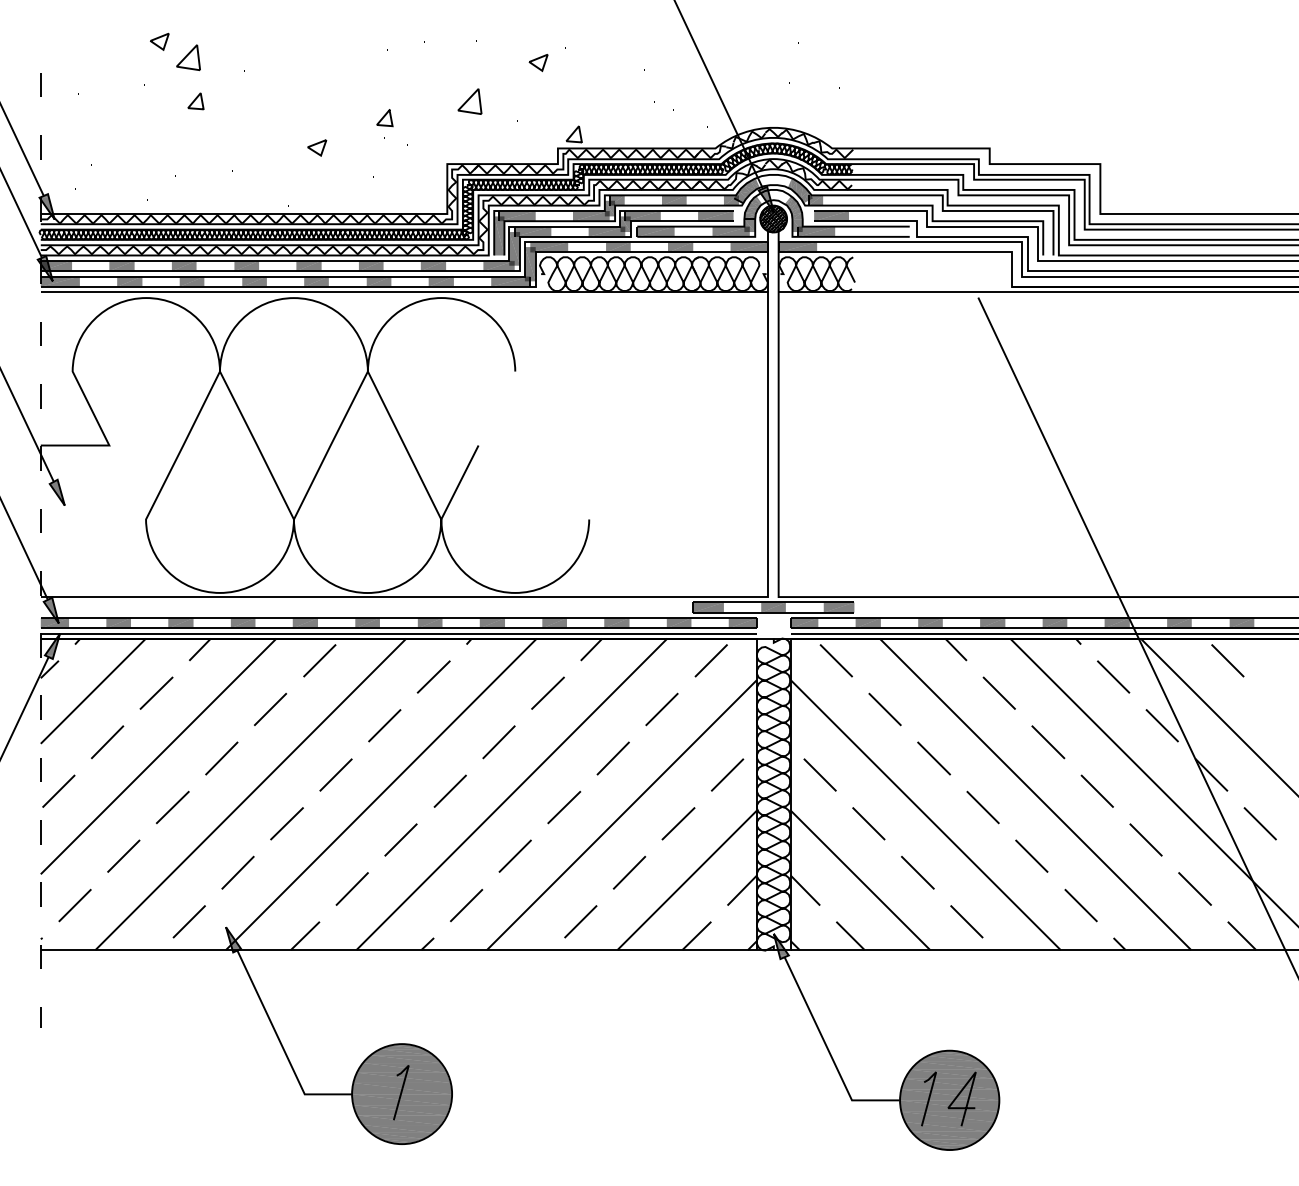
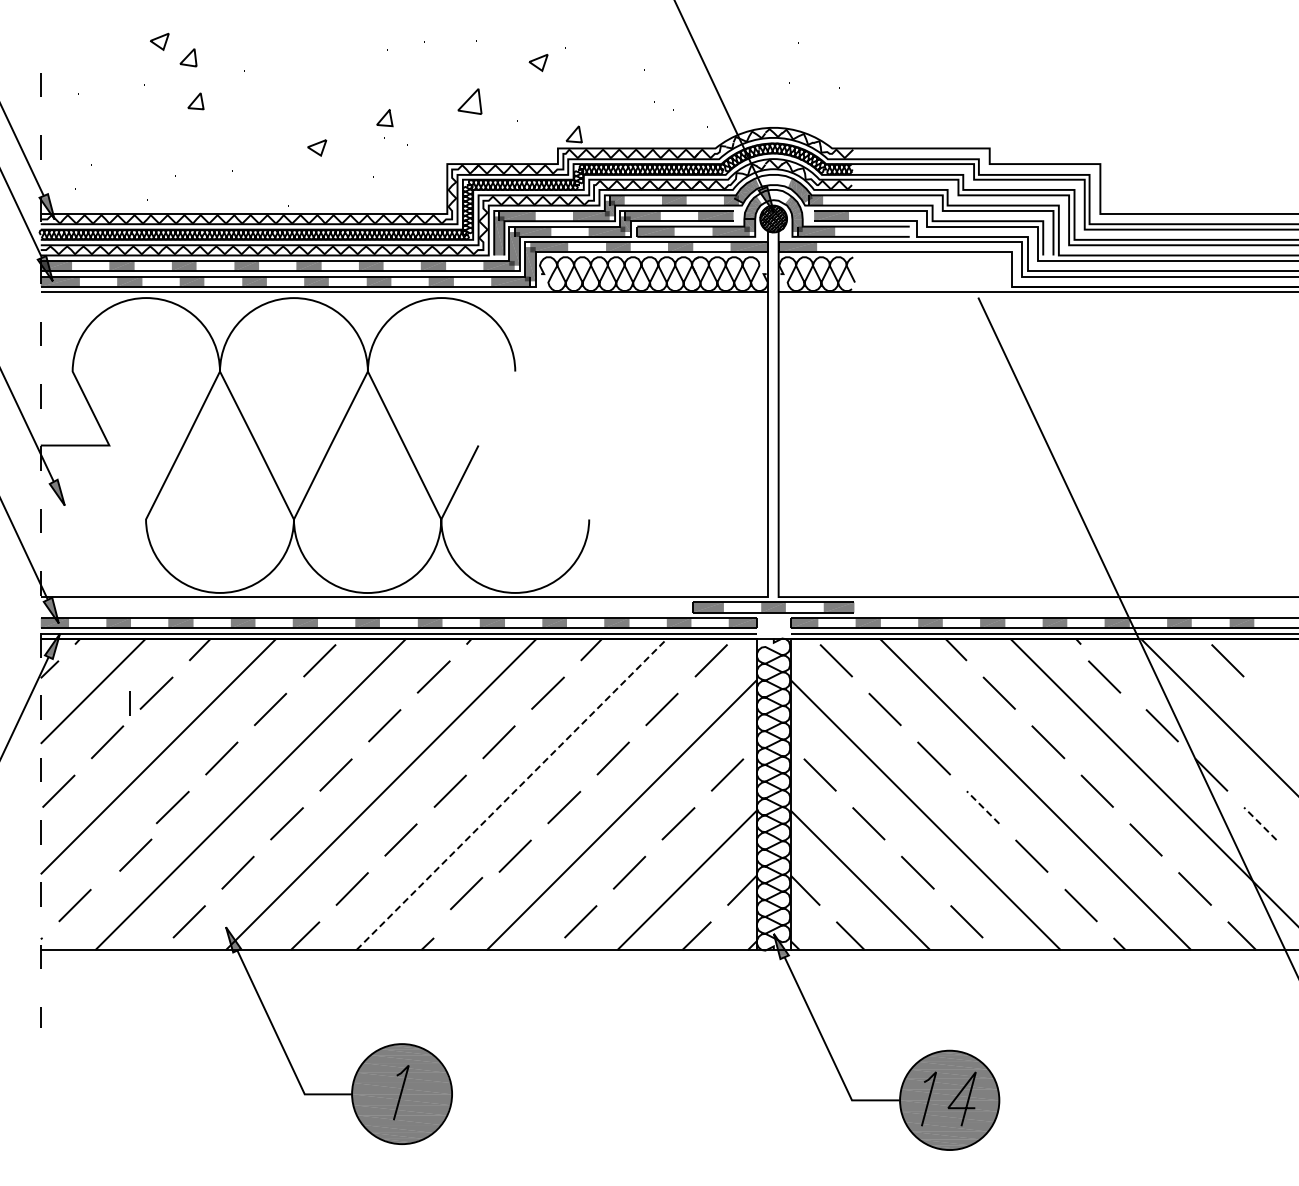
part at (188, 57) size: 25x28 px -> 19x20 px
line at (1113, 676) position: (1113, 676) -> (1104, 676)
line at (129, 703): none -> present
line at (512, 793): solid -> dashed
line at (983, 807): solid -> dashed
line at (1260, 823): solid -> dashed
line at (123, 855) position: (123, 855) -> (135, 854)
line at (466, 905) position: (466, 905) -> (466, 893)
